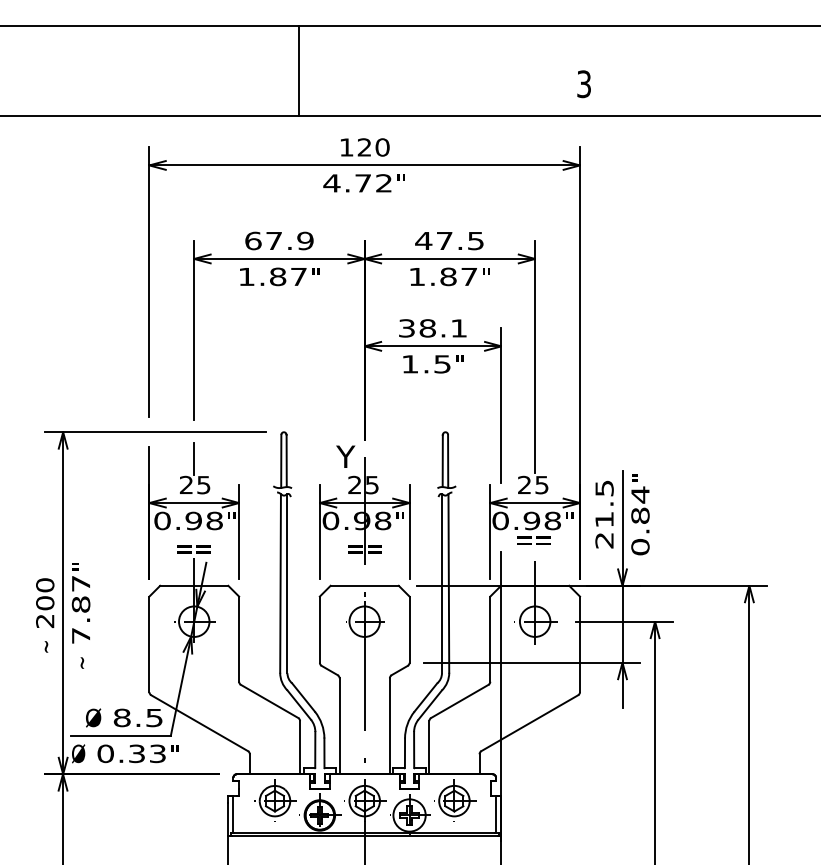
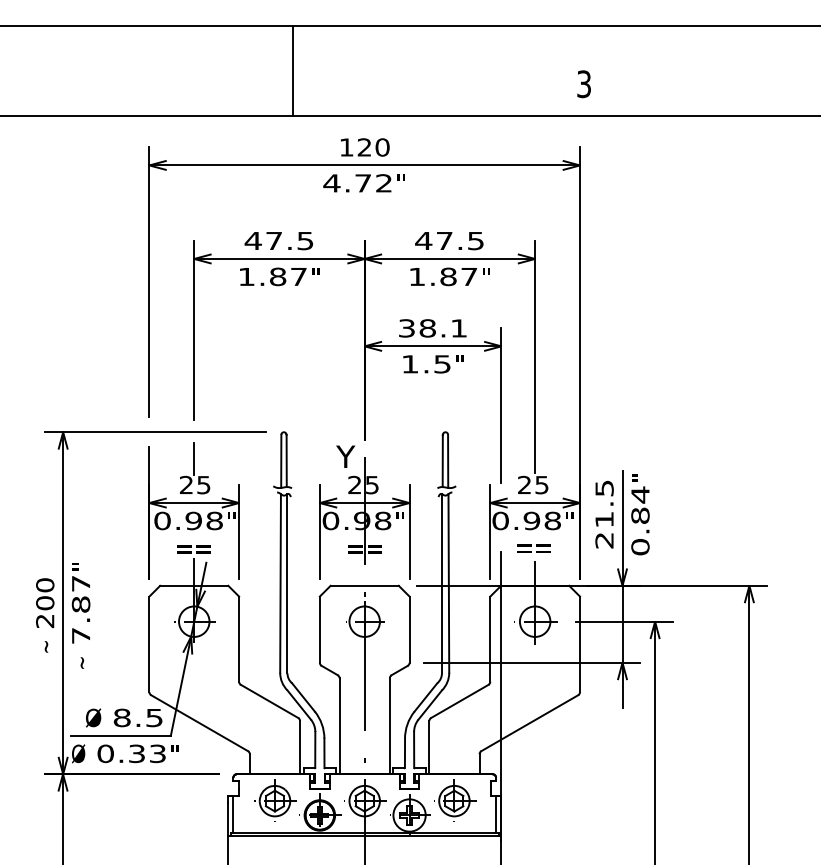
line at (298, 70) position: (298, 70) -> (292, 70)
text at (278, 240): 67.9 -> 47.5
text at (533, 540) position: (533, 540) -> (533, 548)
